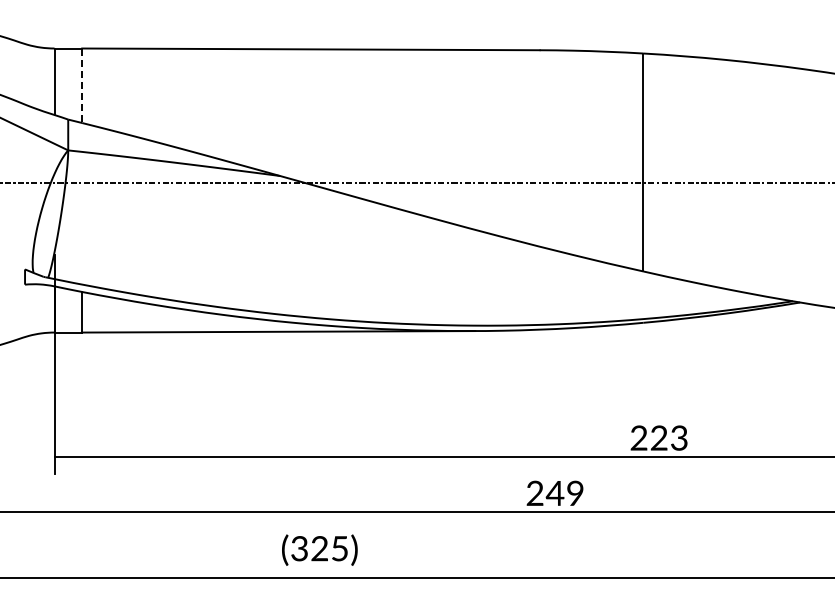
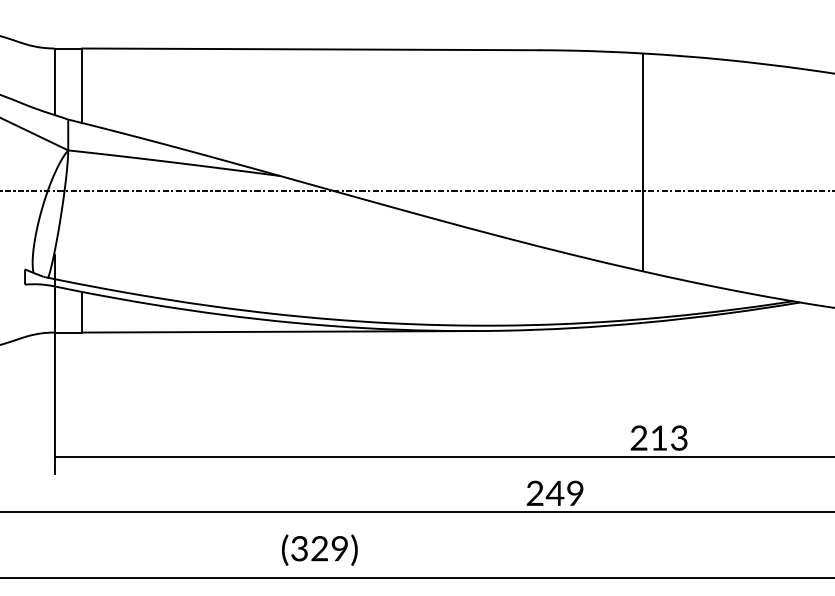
line at (82, 86): dashed -> solid
line at (416, 182) position: (416, 182) -> (416, 190)
text at (658, 437): 223 -> 213
text at (339, 548): (325) -> (329)
